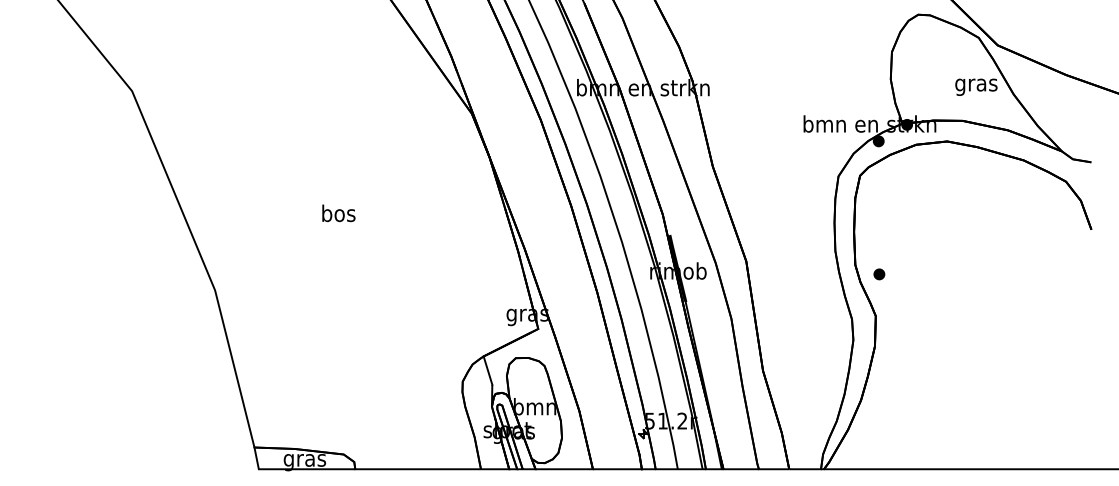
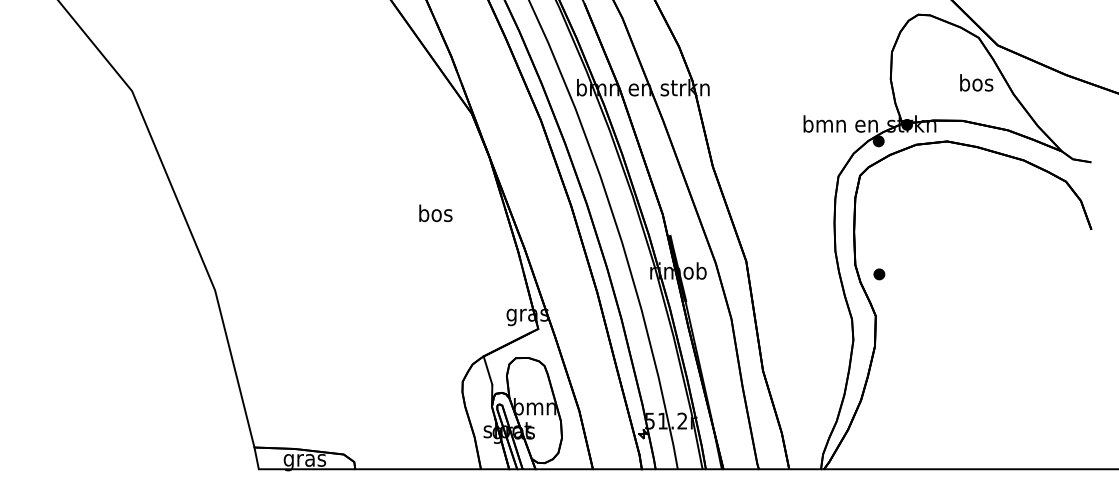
text at (976, 84): gras -> bos
text at (338, 213) position: (338, 213) -> (435, 213)
